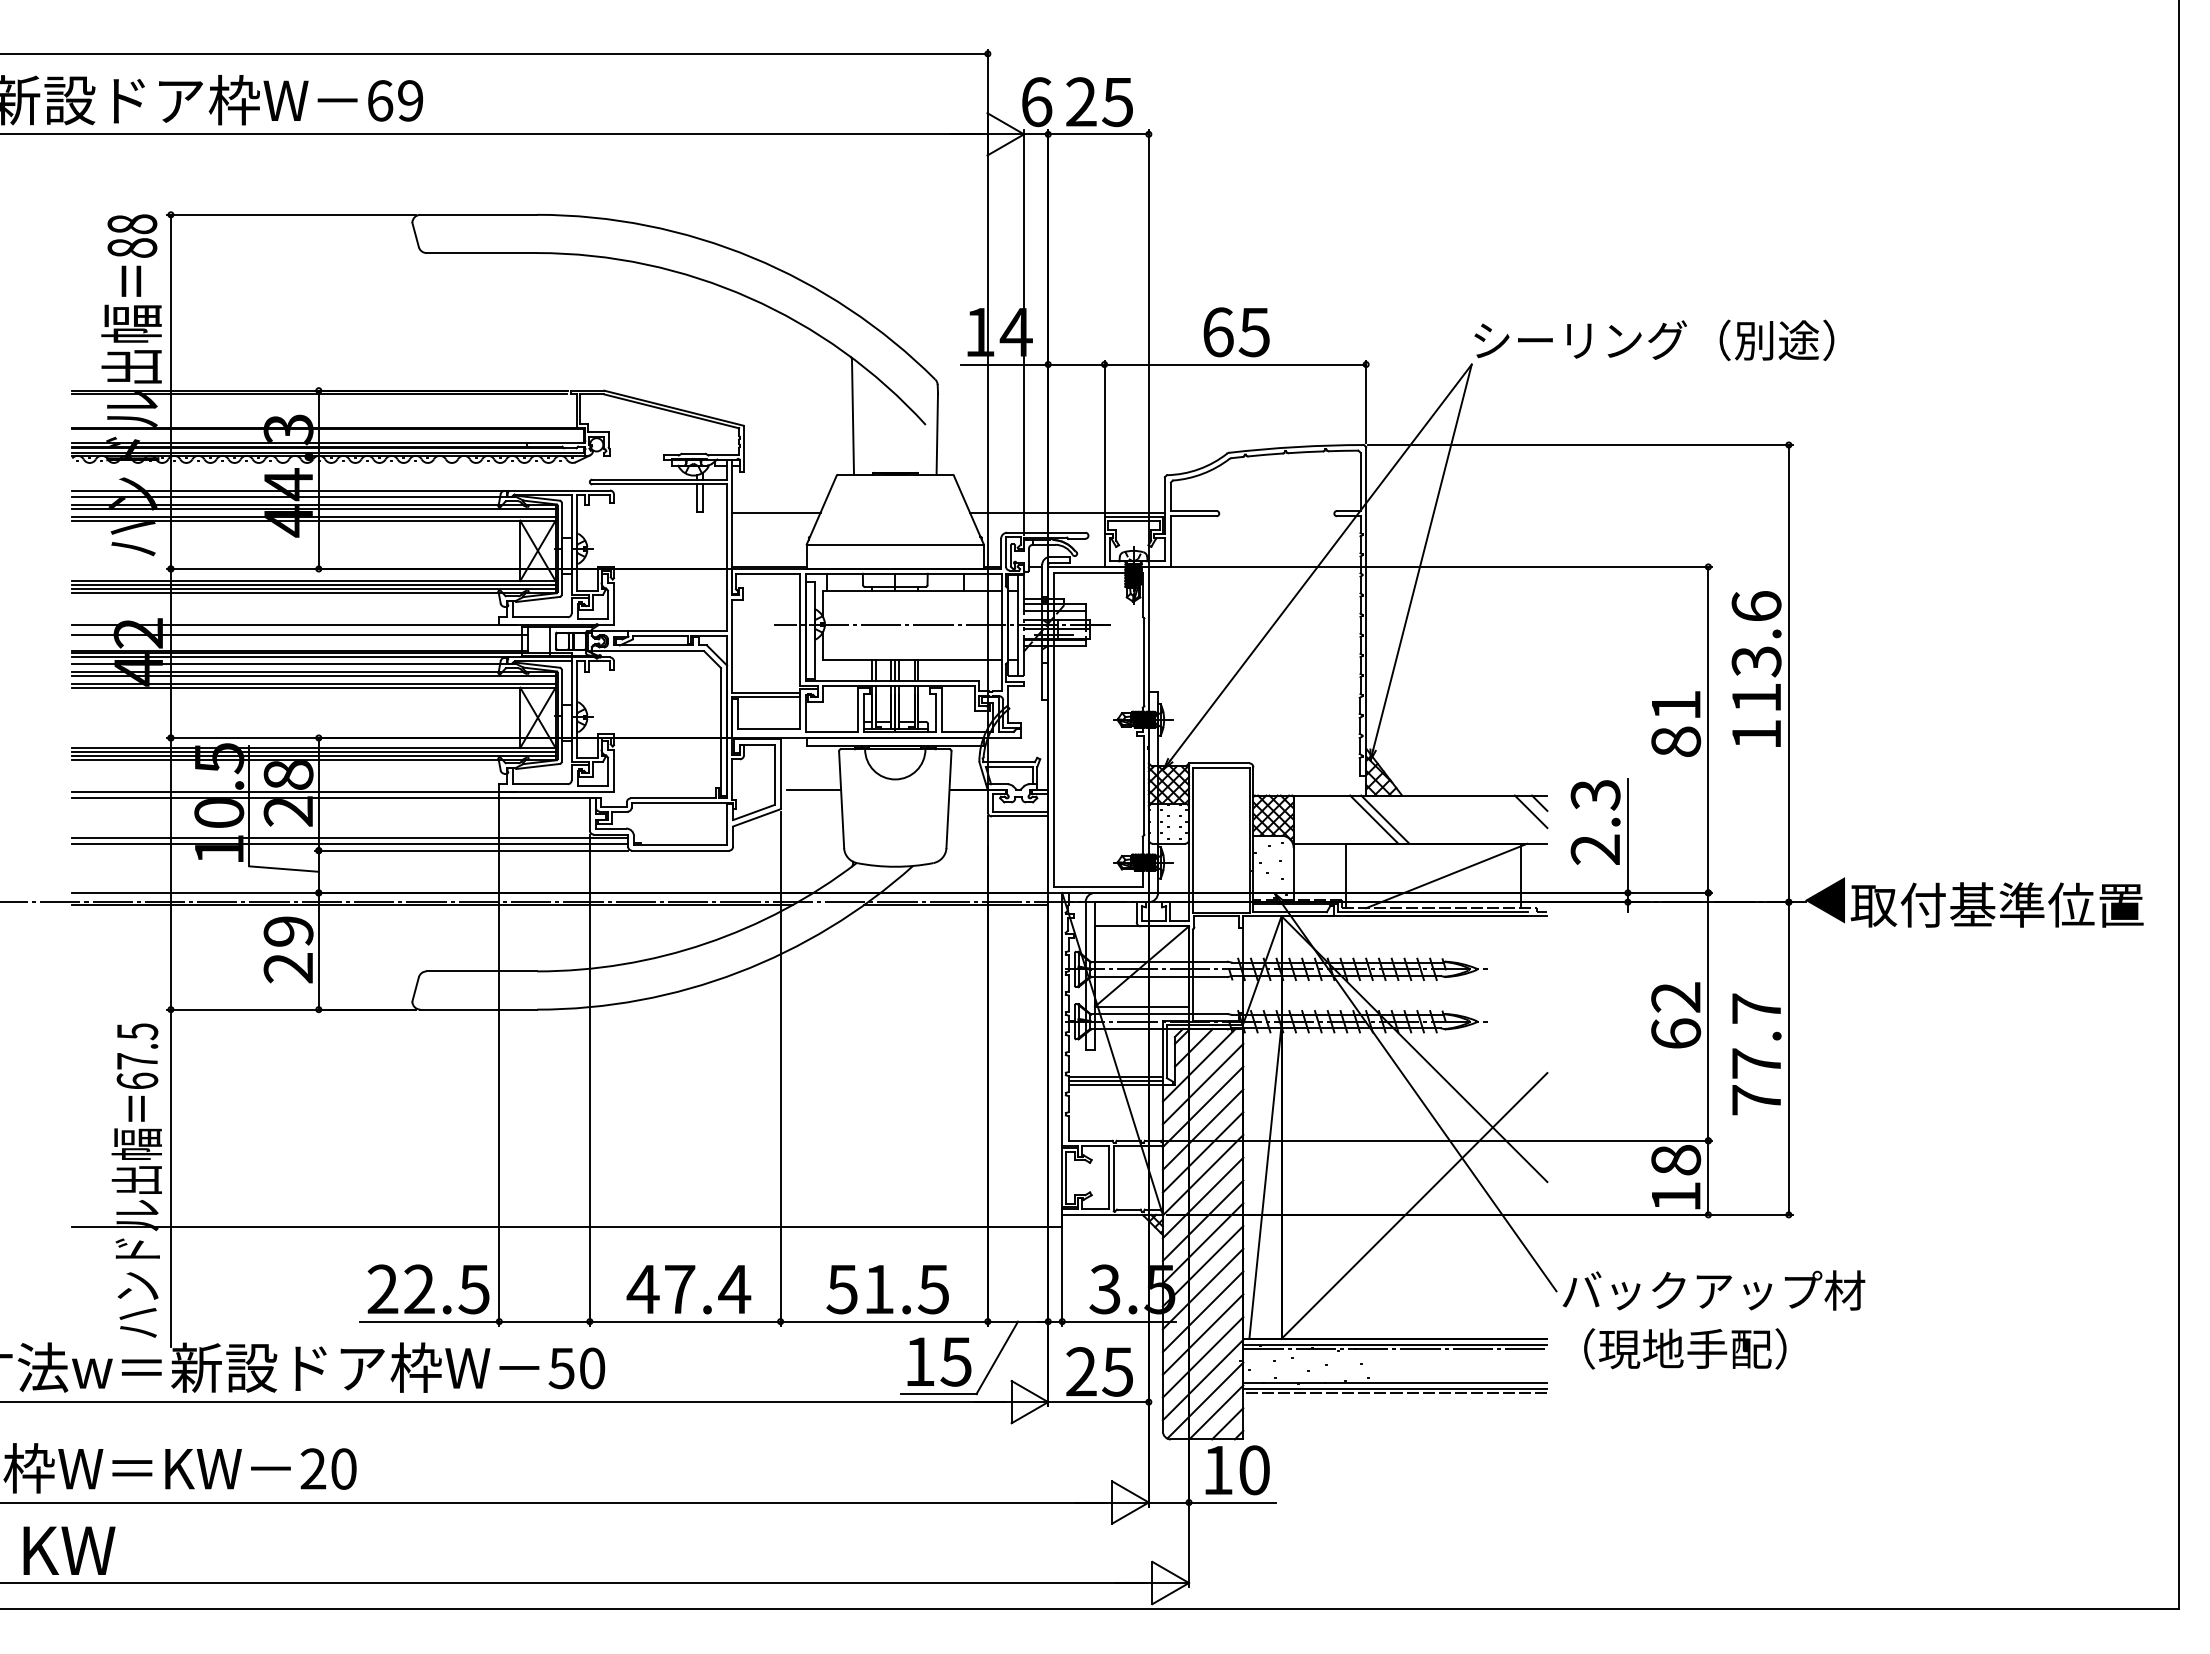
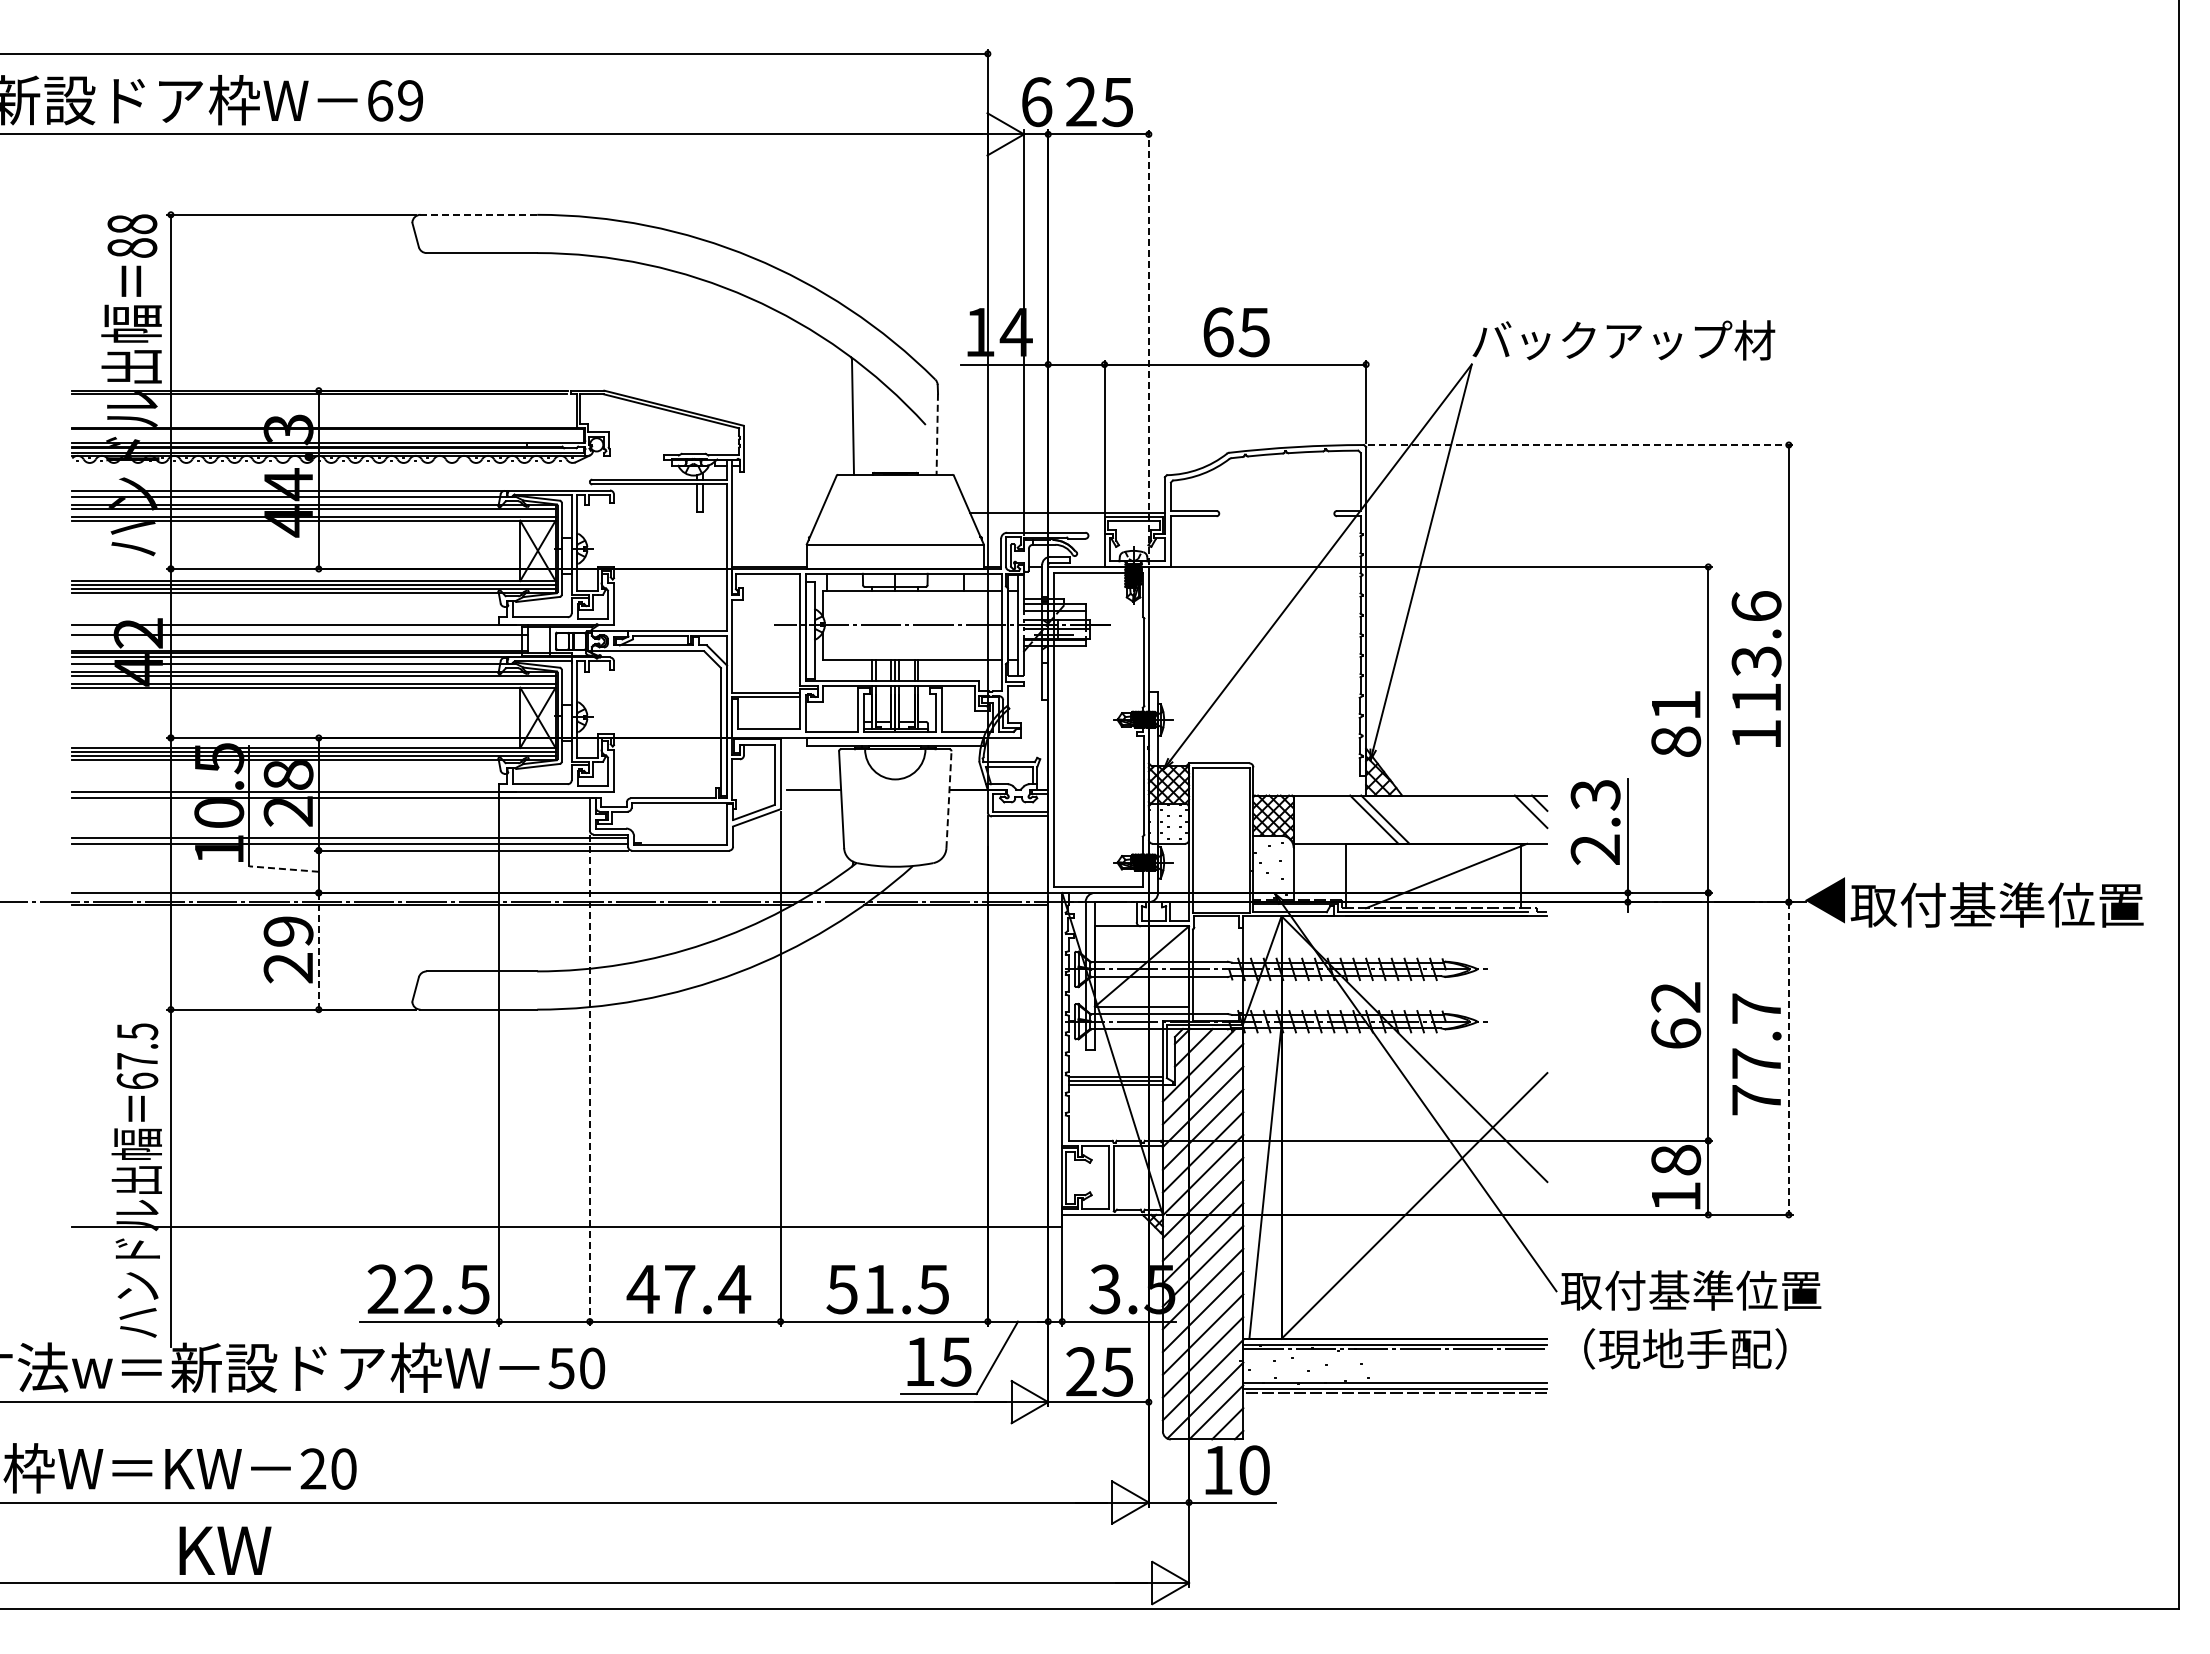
line at (479, 214): solid -> dashed
text at (1653, 340): シーリング（別途） -> バックアップ材
line at (1148, 347): solid -> dashed
line at (937, 434): solid -> dashed
line at (1581, 445): solid -> dashed
line at (775, 512): present -> none
line at (949, 799): solid -> dashed
line at (284, 869): solid -> dashed
line at (318, 951): solid -> dashed
line at (1788, 1059): solid -> dashed
line at (589, 1080): solid -> dashed
text at (1713, 1290): バックアップ材 -> 取付基準位置
text at (69, 1550) position: (69, 1550) -> (225, 1550)
